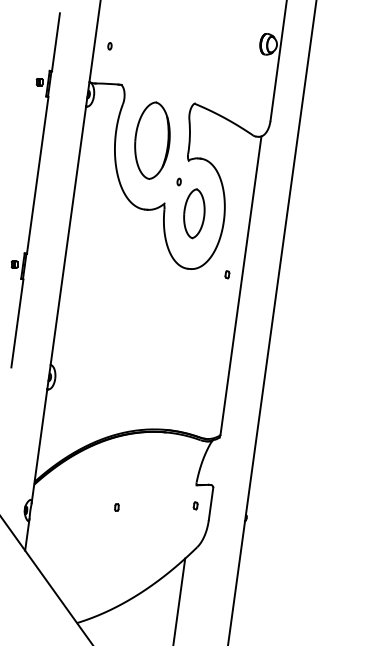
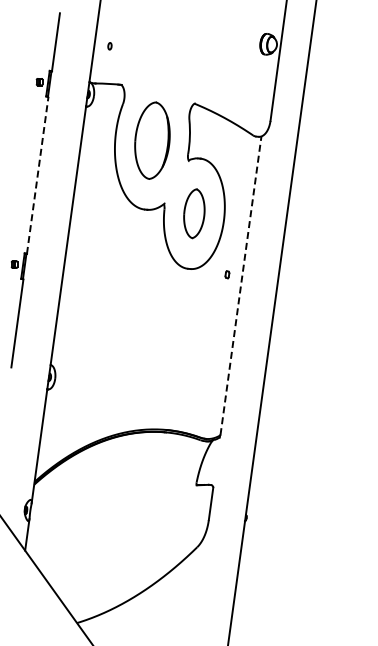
line at (37, 174): solid -> dashed
part at (178, 181): present -> none
line at (240, 285): solid -> dashed
part at (195, 505): present -> none
part at (116, 507): present -> none
line at (179, 600): present -> none
